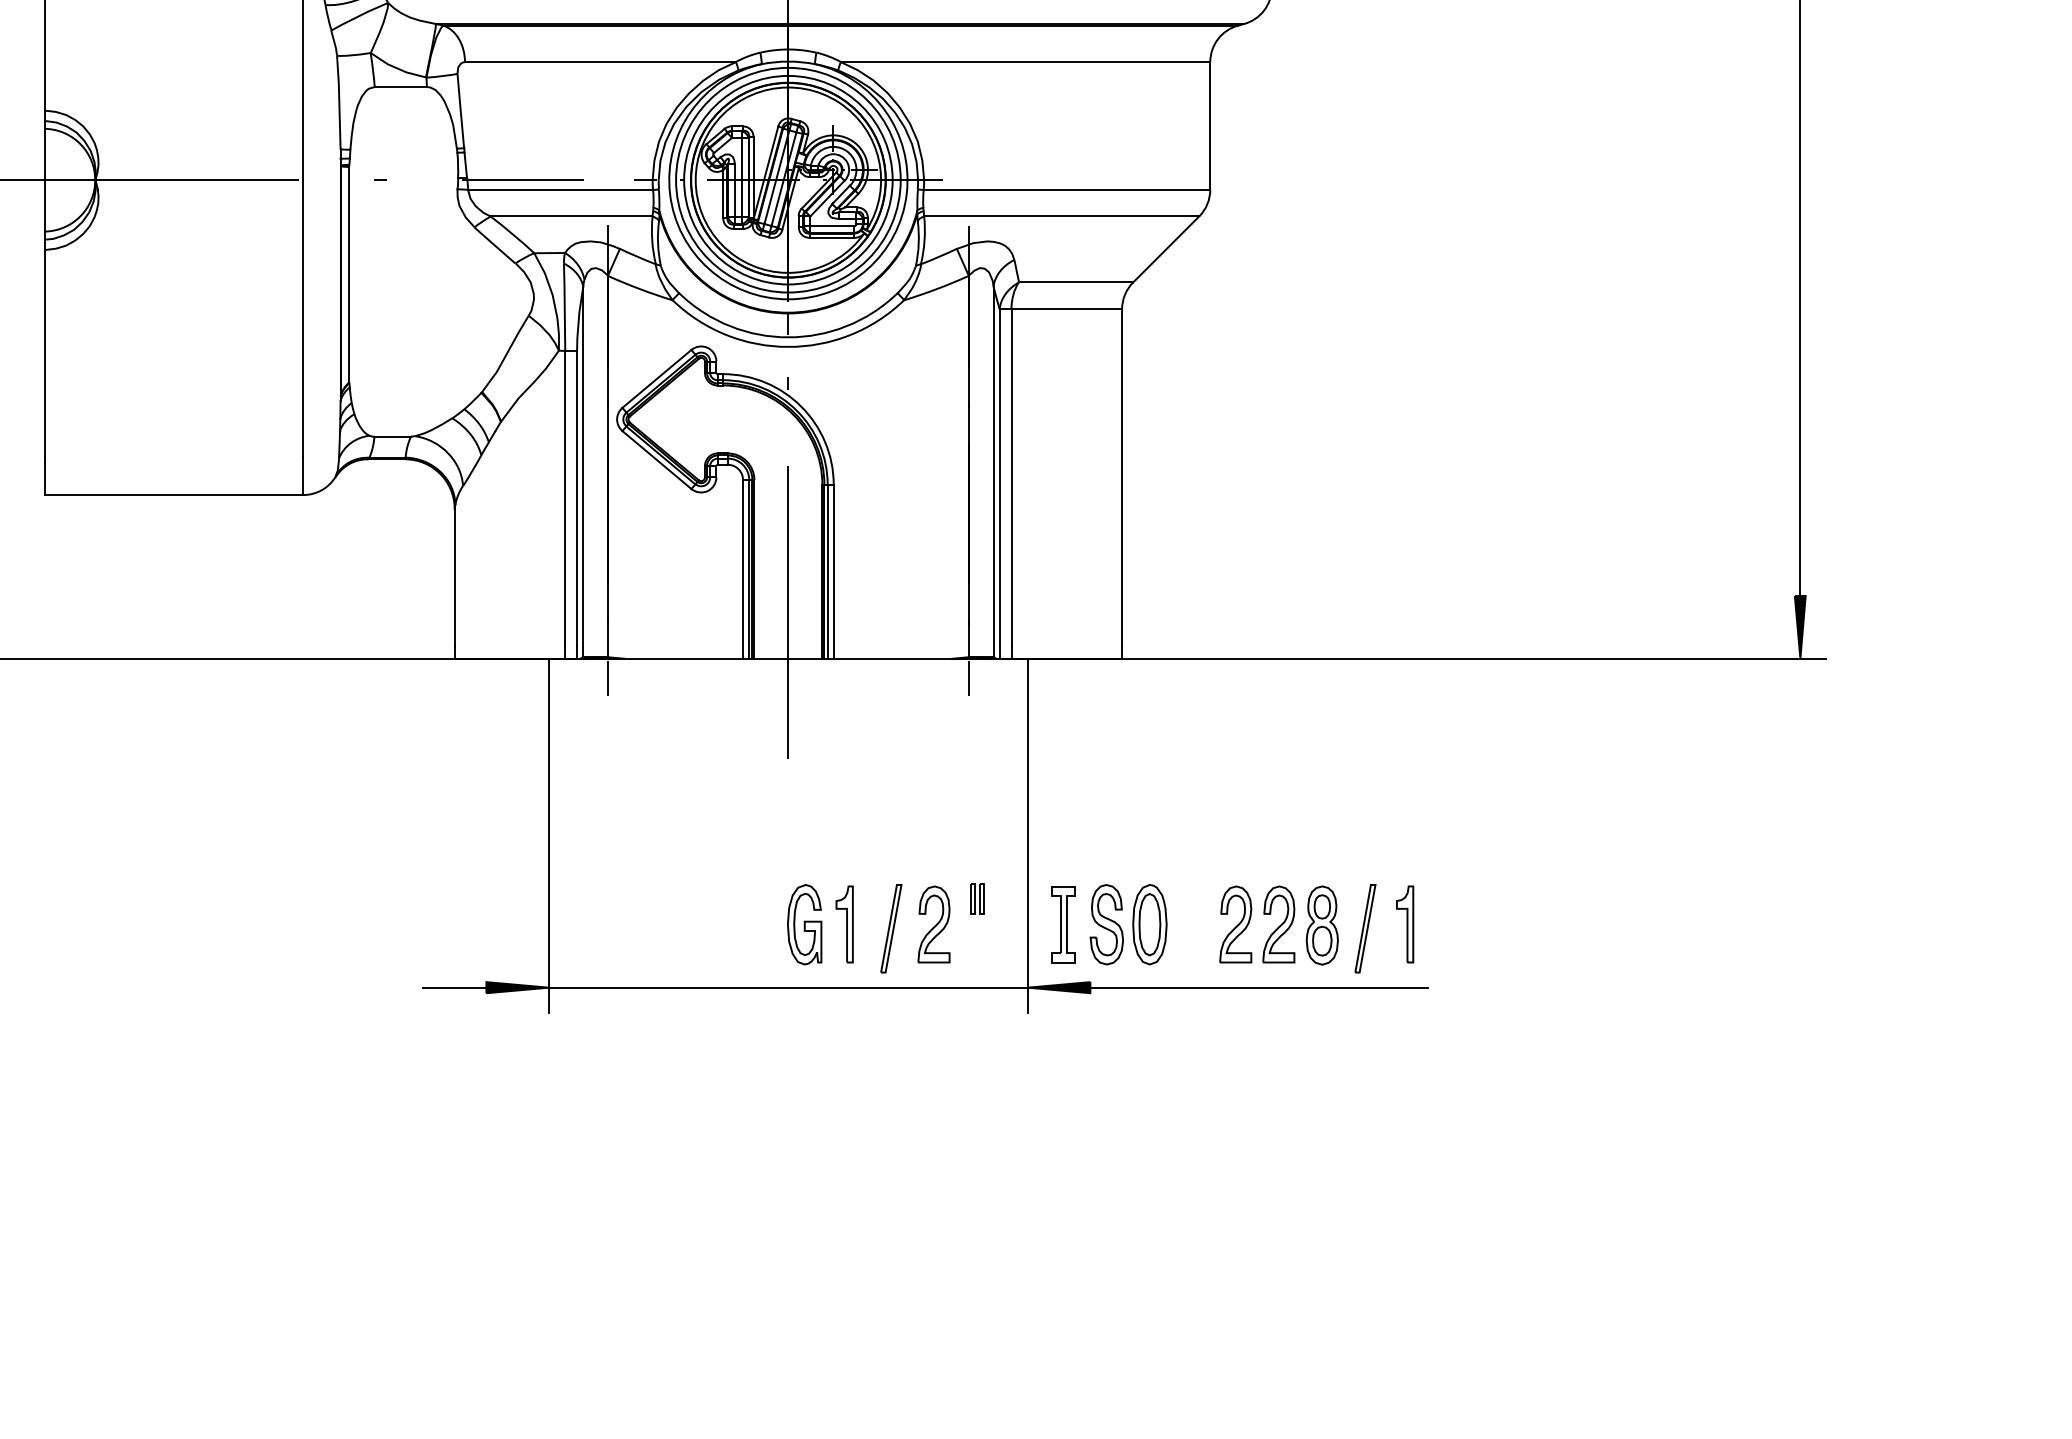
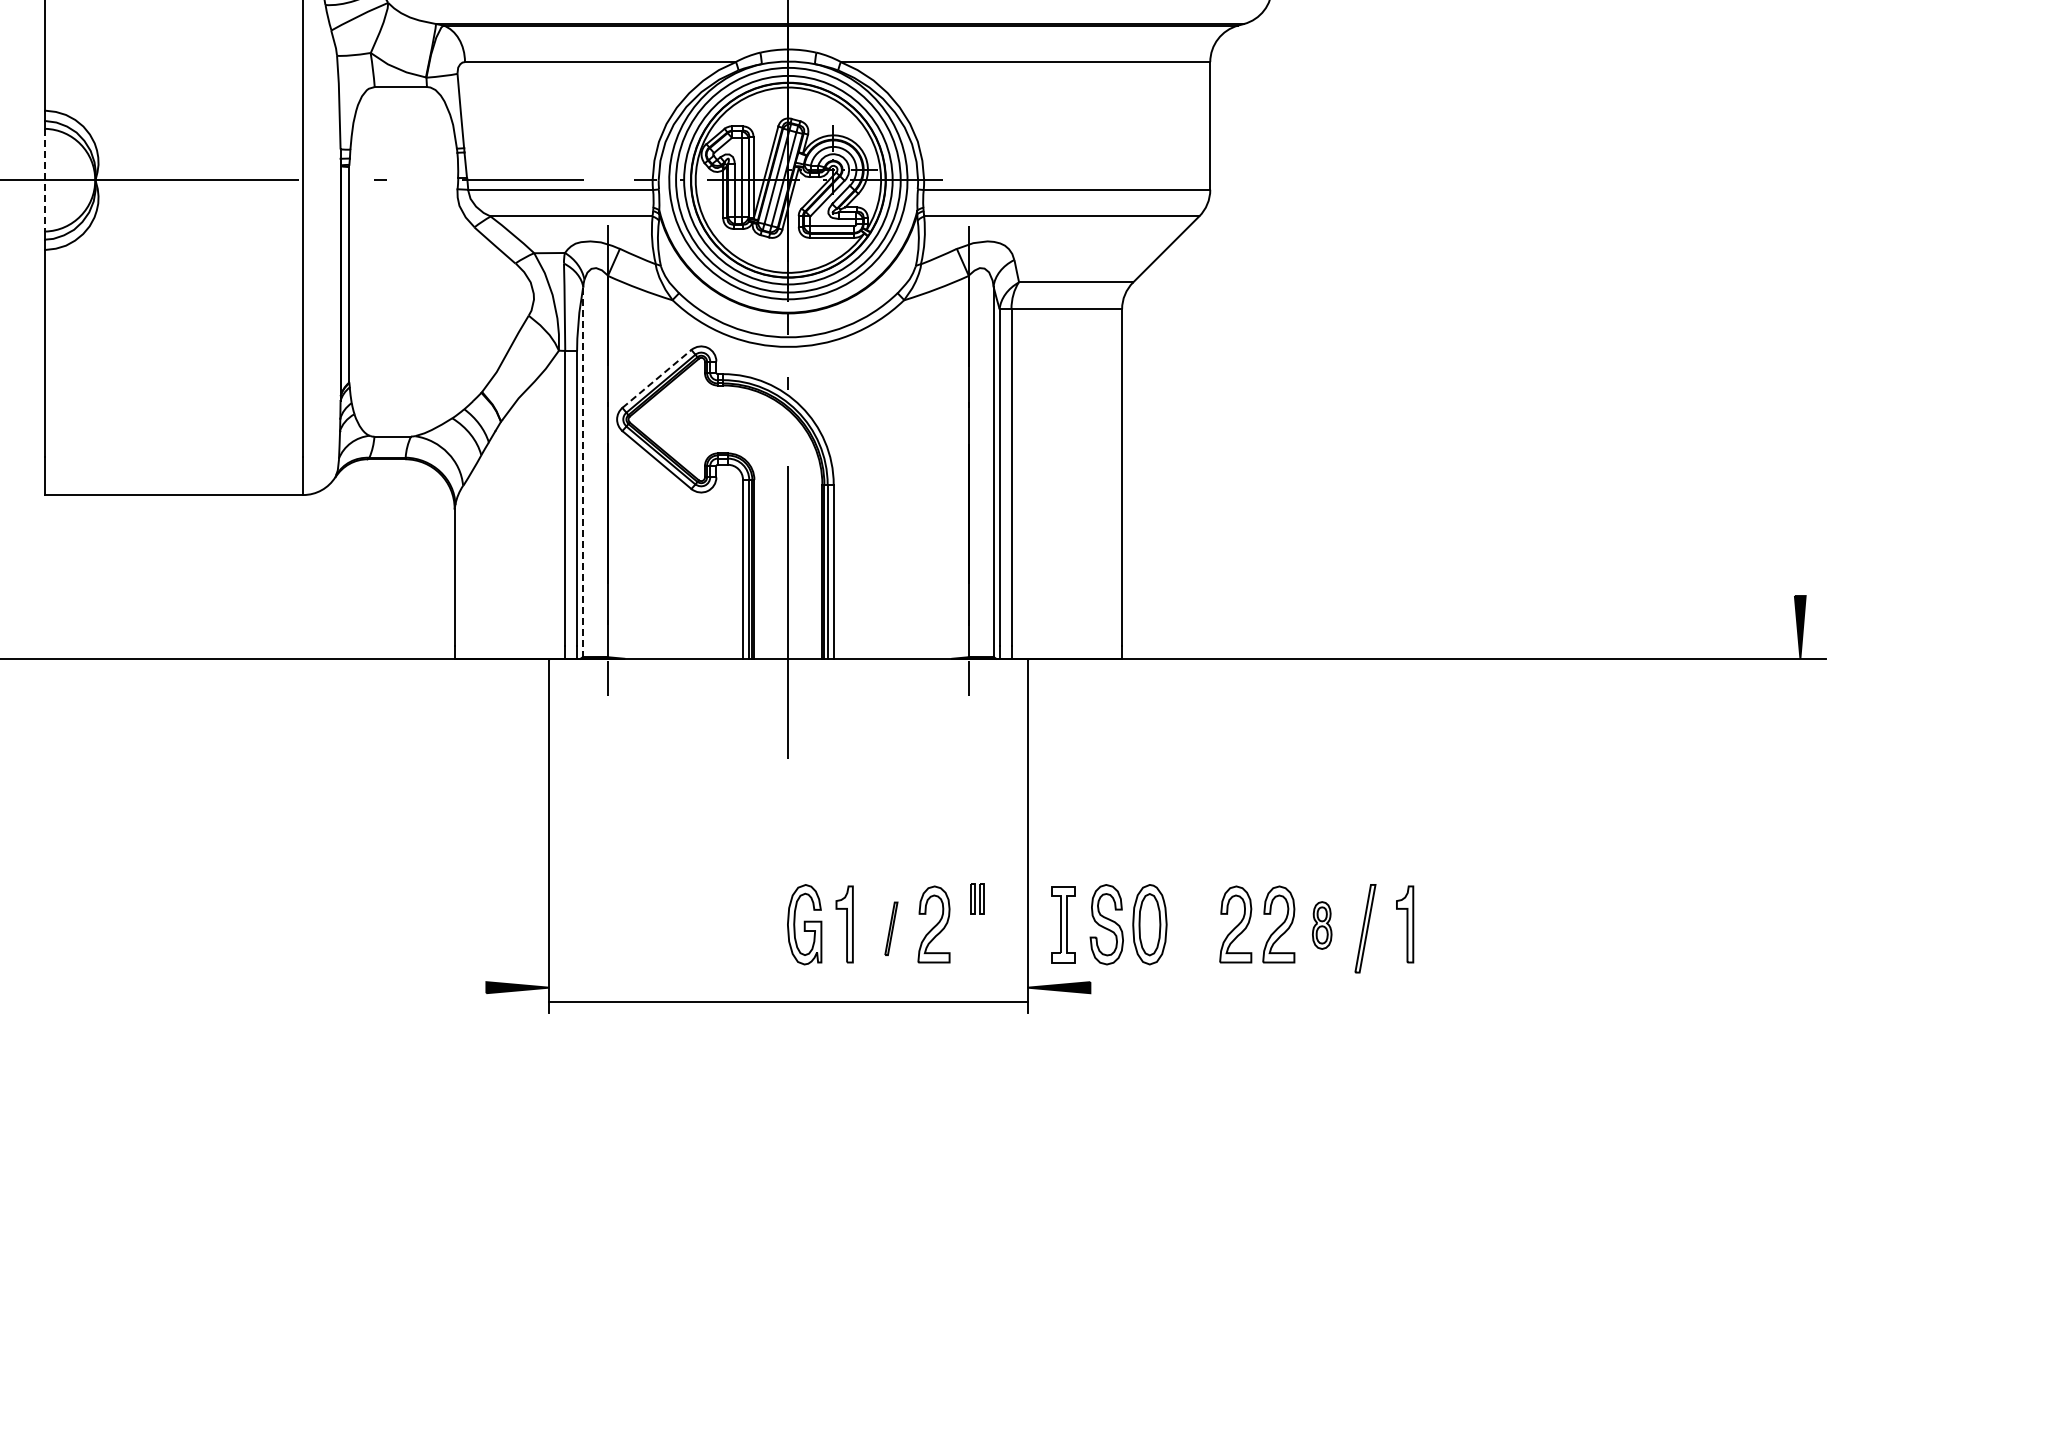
line at (45, 180): solid -> dashed
line at (1800, 299): present -> none
line at (657, 378): solid -> dashed
line at (583, 472): solid -> dashed
part at (1321, 925) size: 34x81 px -> 21x49 px
part at (891, 928) size: 23x90 px -> 15x55 px
line at (454, 987): present -> none
line at (788, 987) position: (788, 987) -> (788, 1001)
line at (1259, 987): present -> none
